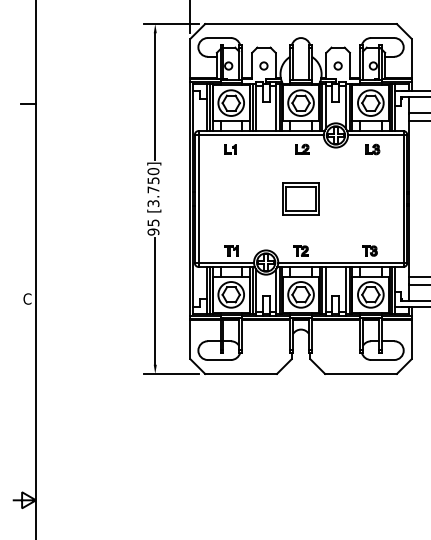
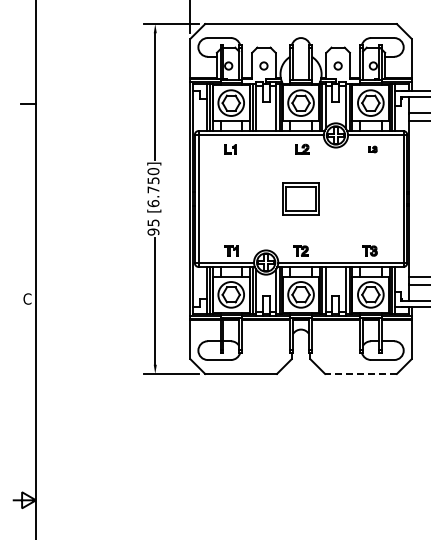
part at (372, 149) size: 16x13 px -> 10x9 px
text at (153, 203): [3.750] -> [6.750]
line at (361, 373): solid -> dashed
